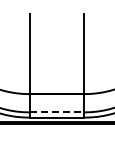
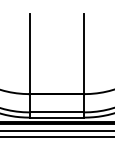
line at (57, 112): dashed -> solid
line at (56, 131): none -> present
line at (56, 136): none -> present
